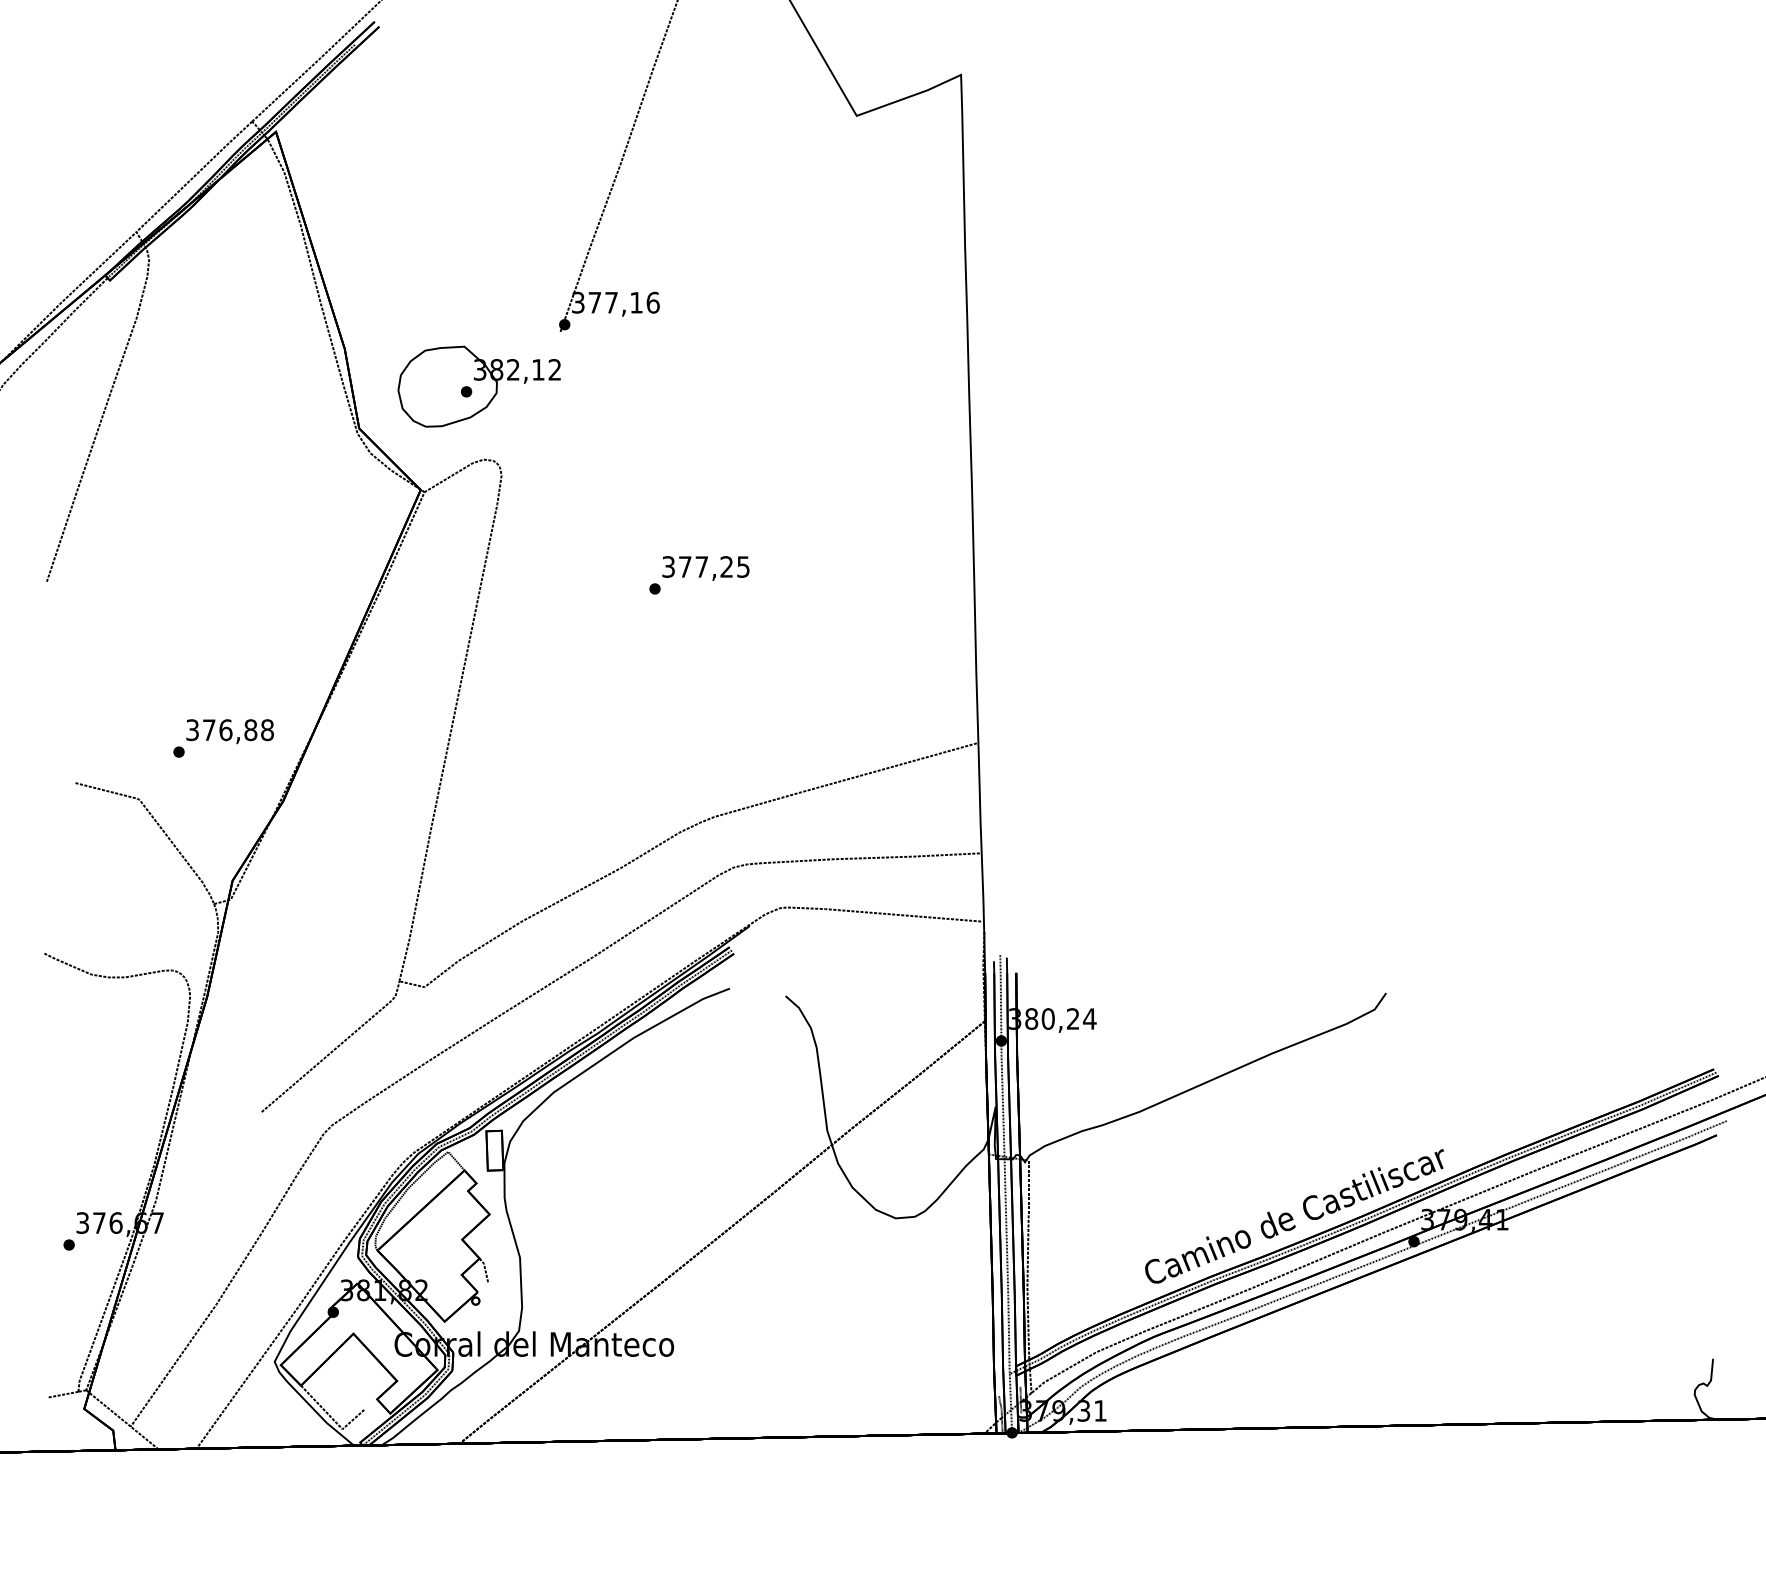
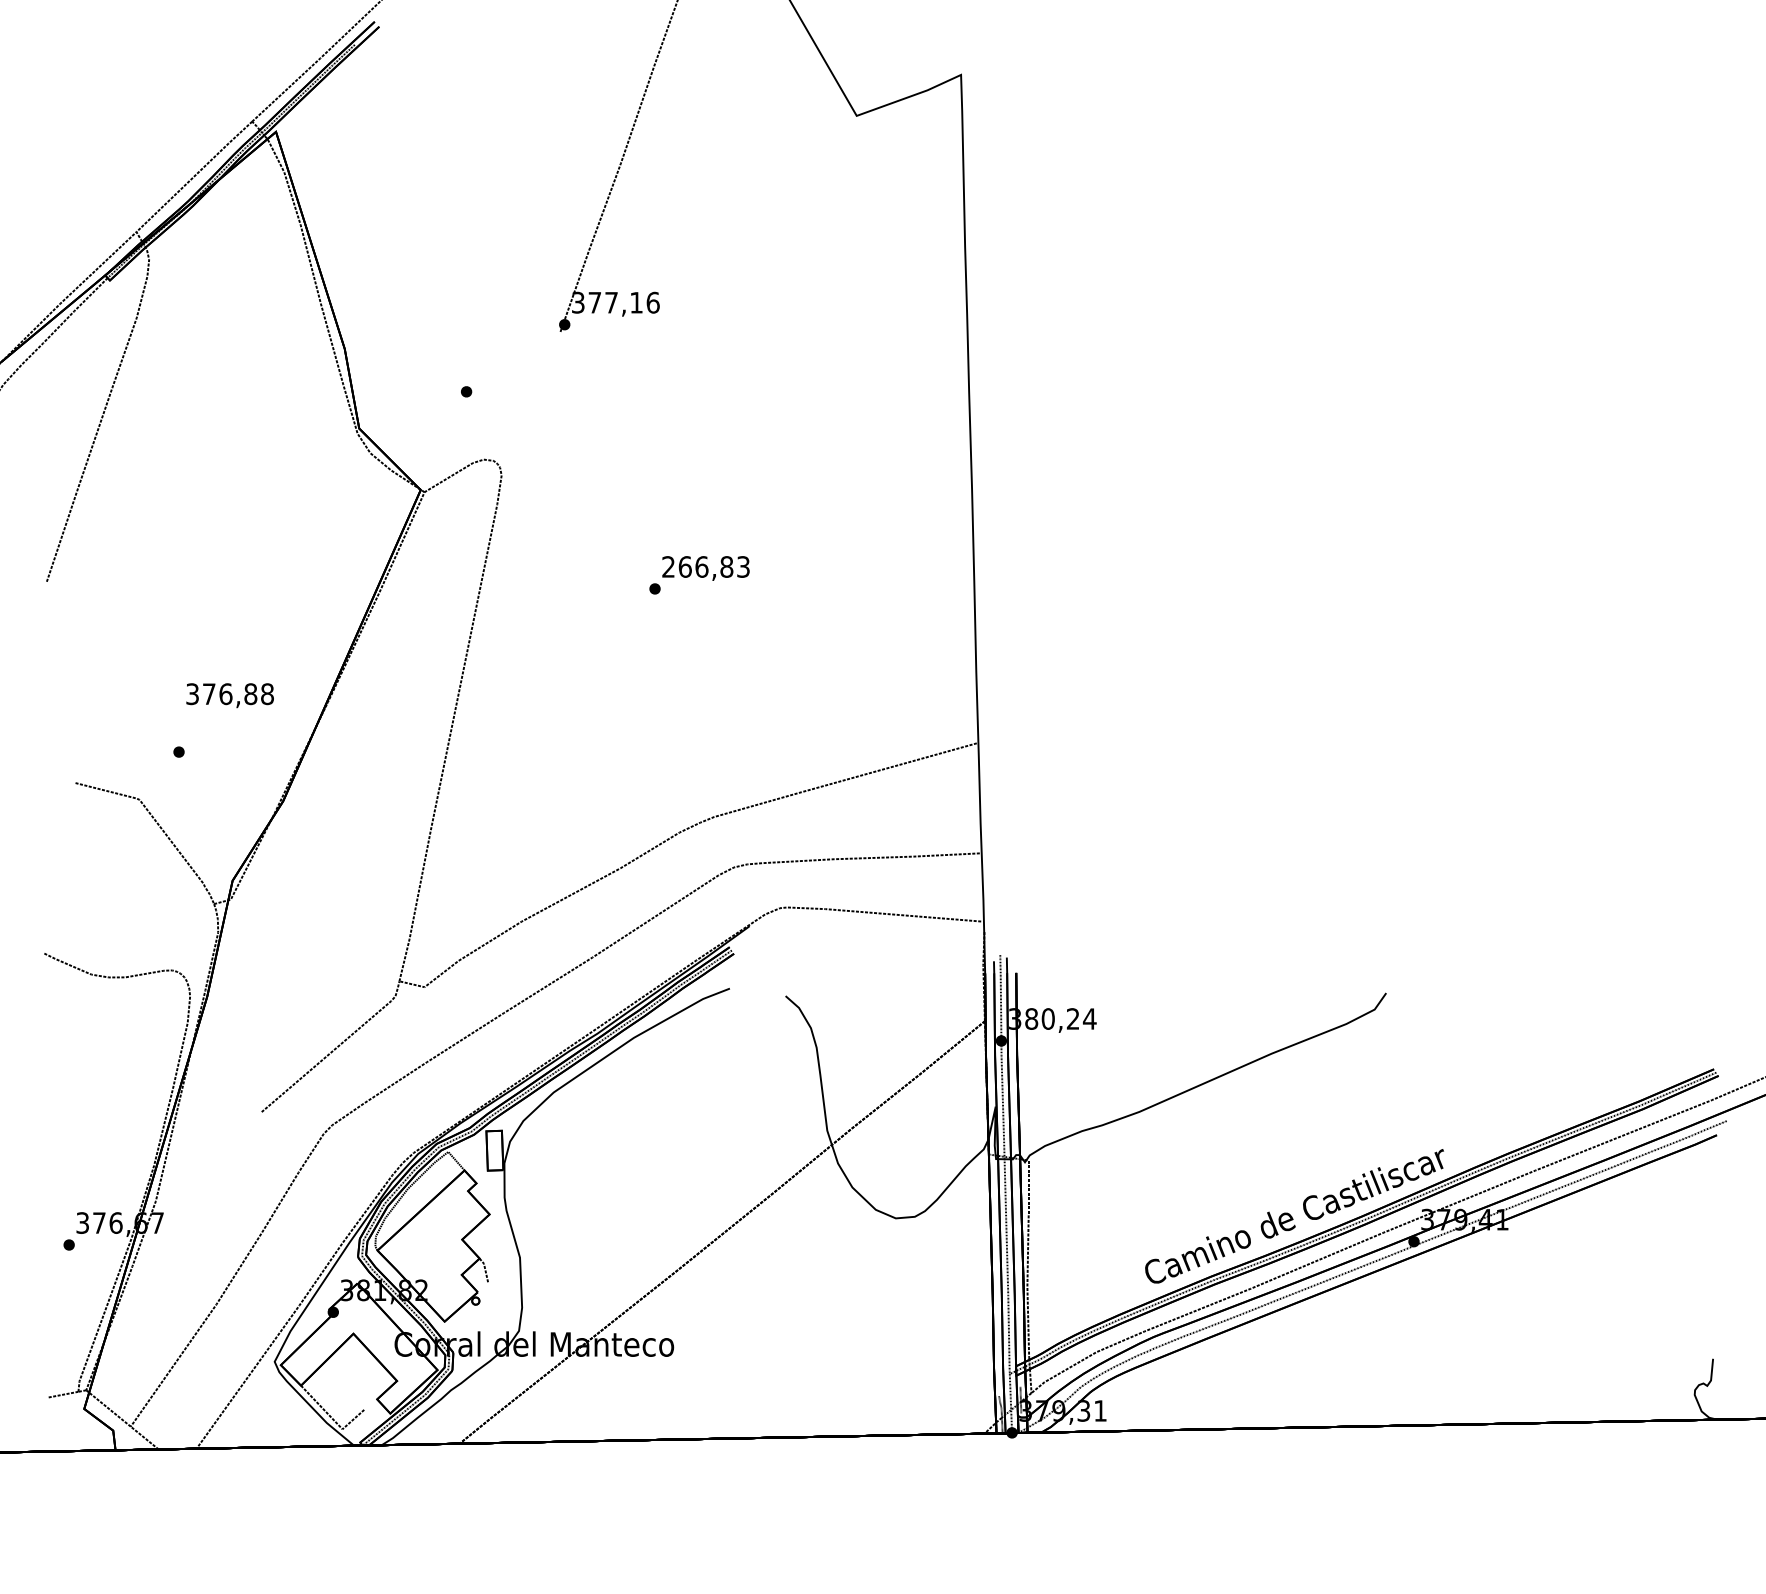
part at (478, 386): present -> none
text at (705, 566): 377,25 -> 266,83
text at (229, 731) position: (229, 731) -> (229, 695)
